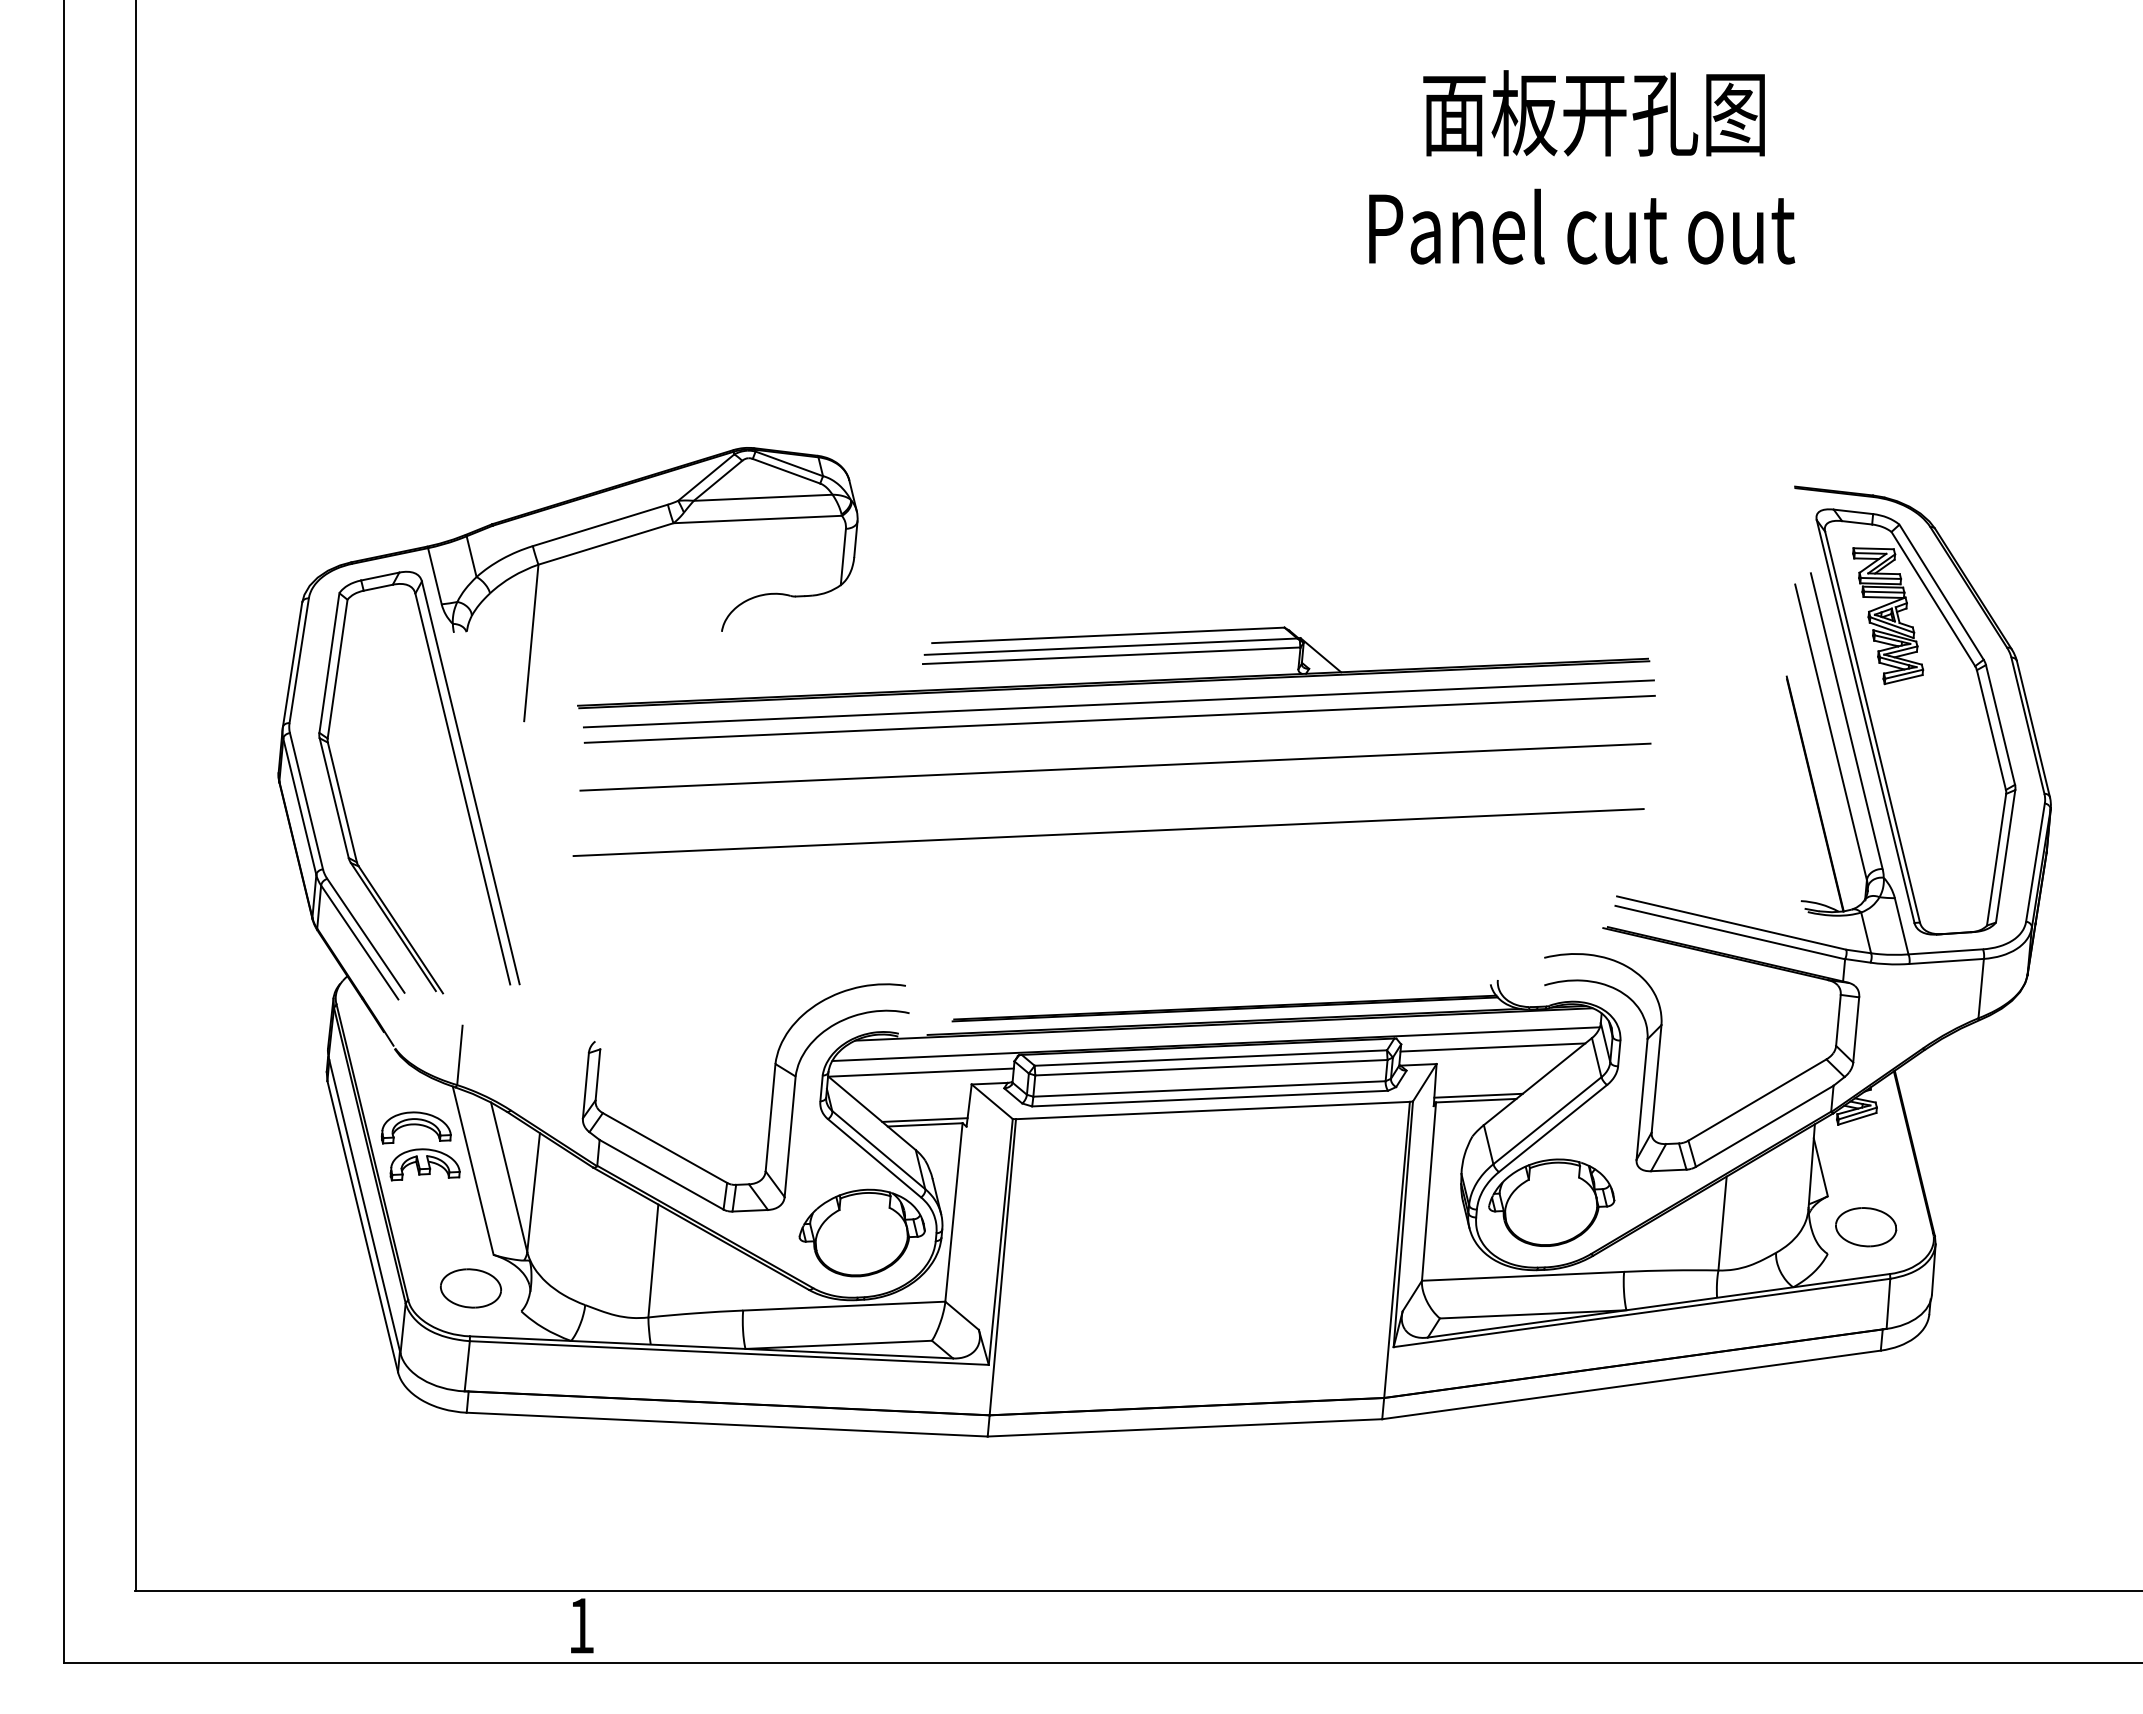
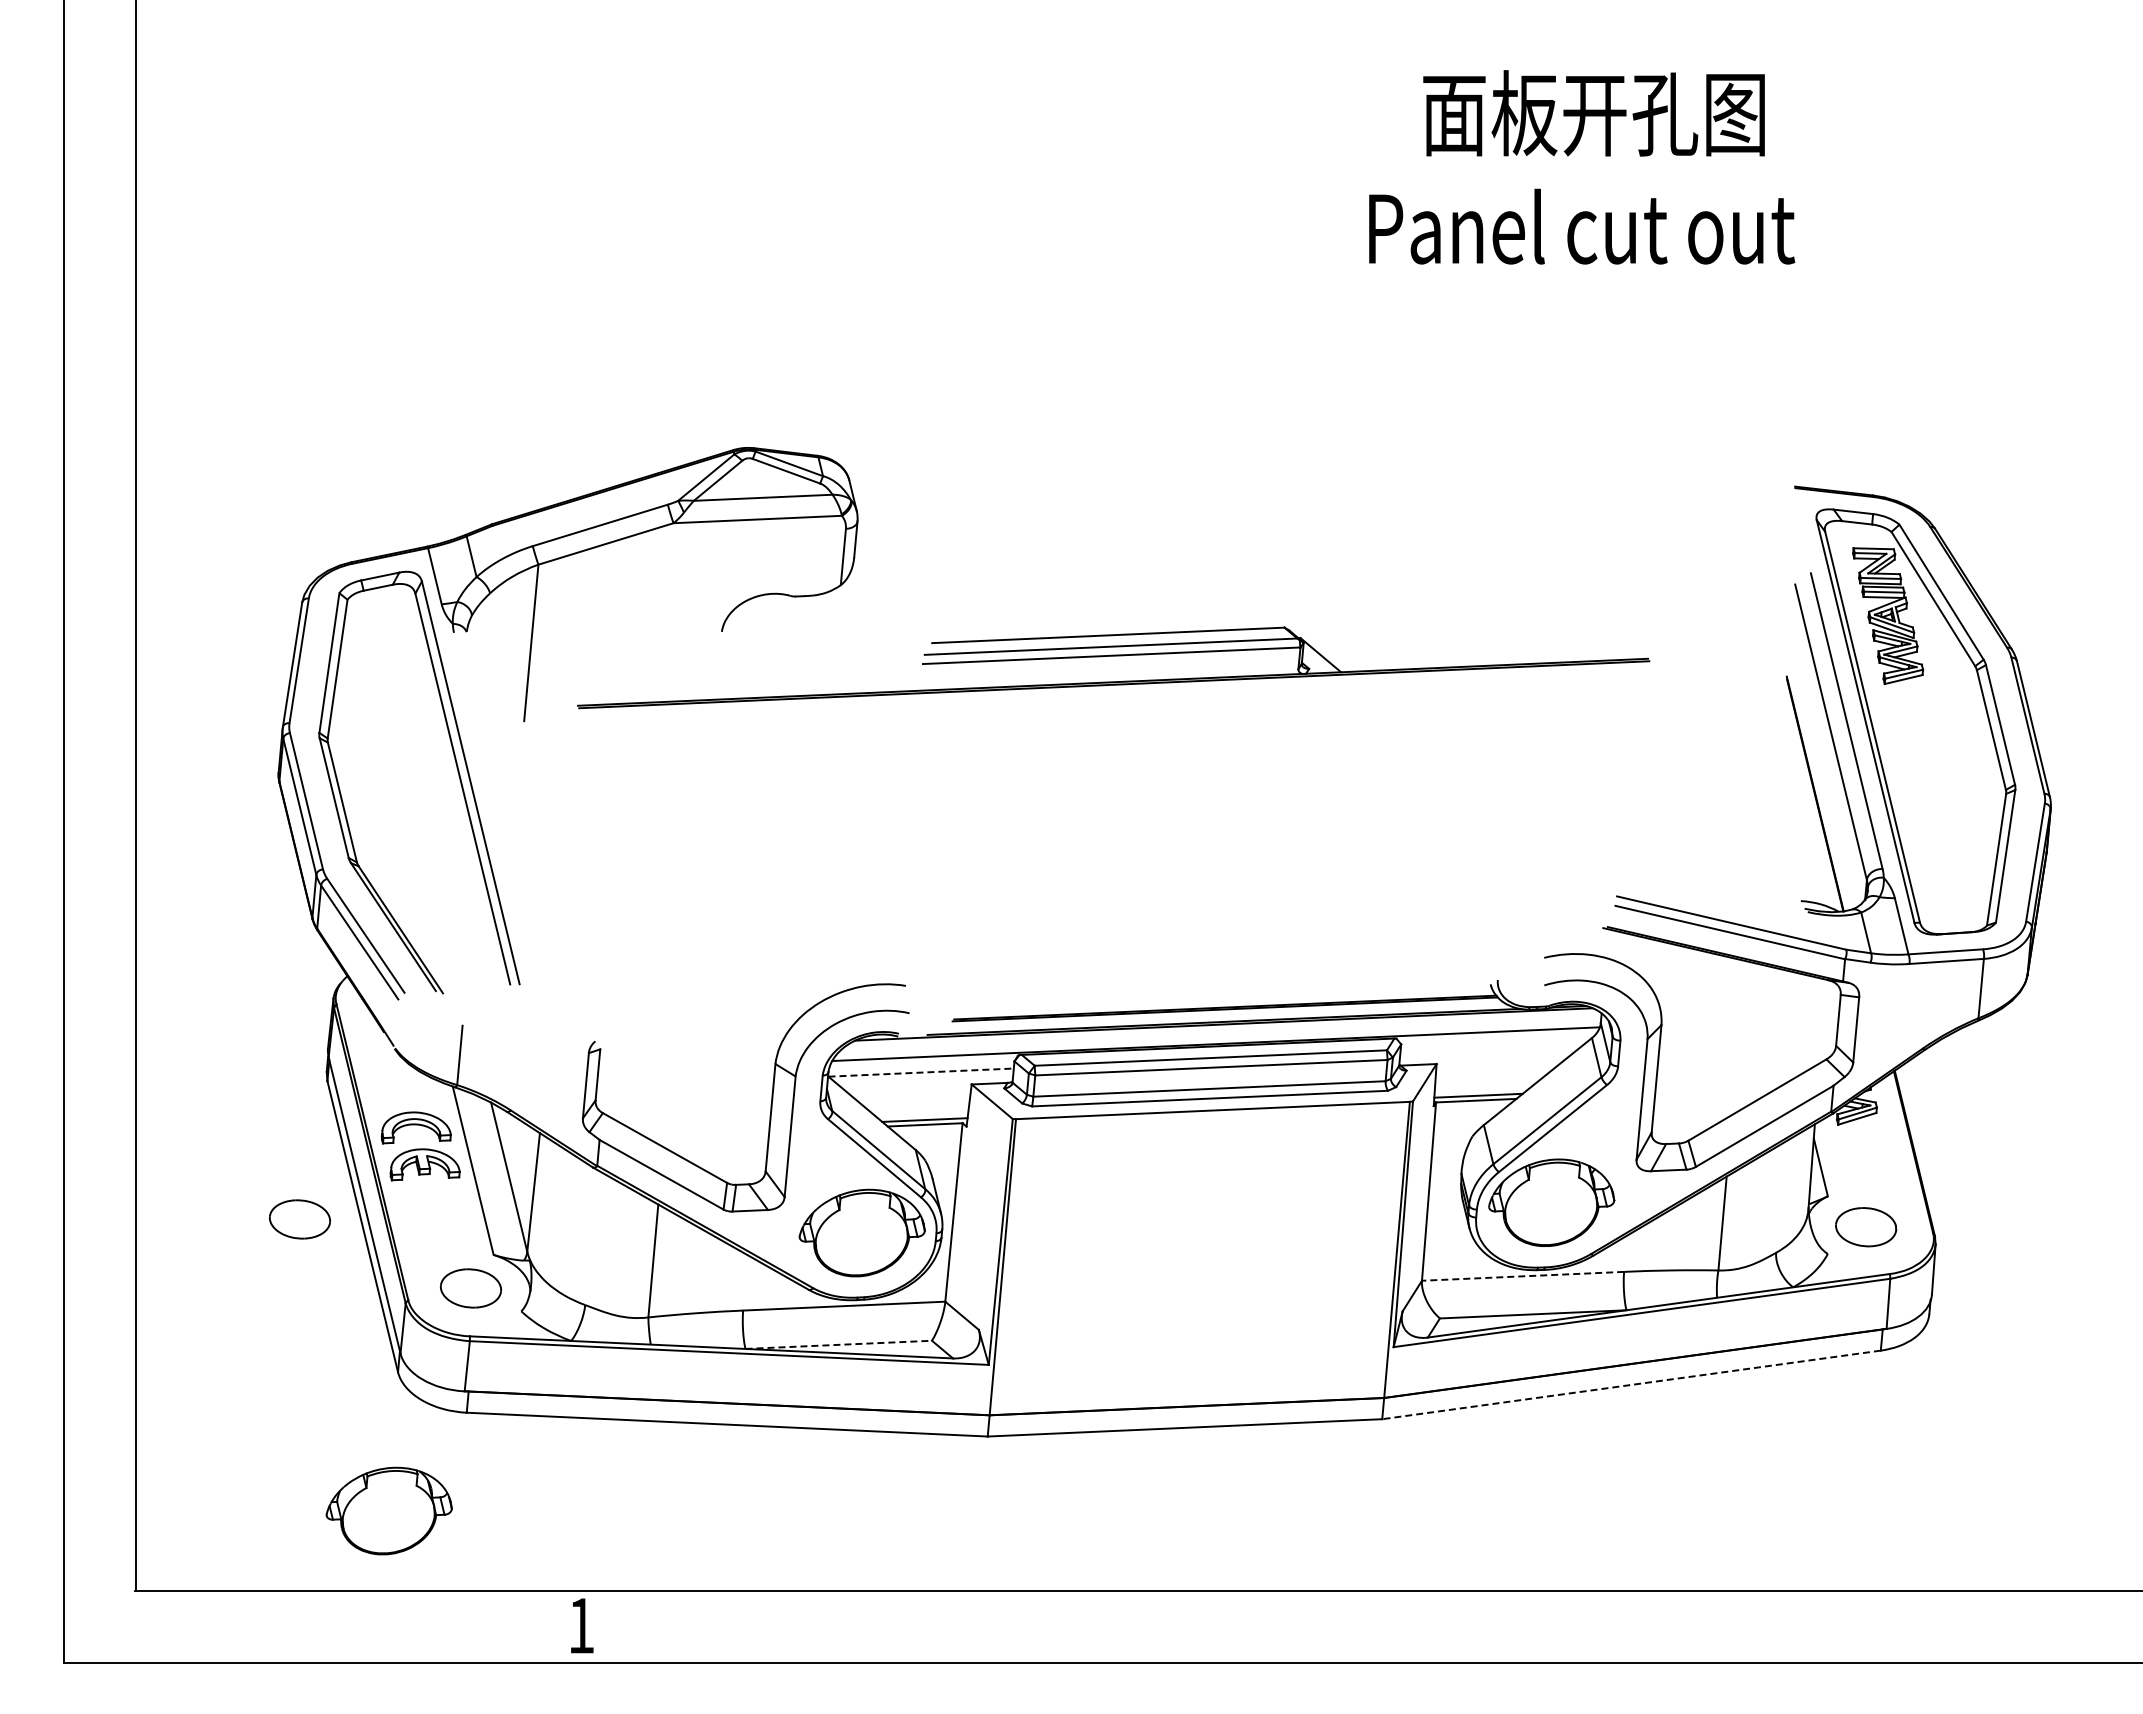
line at (1118, 703): present -> none
line at (1119, 718): present -> none
line at (1115, 766): present -> none
line at (1108, 832): present -> none
line at (1492, 1047): present -> none
line at (921, 1072): solid -> dashed
part at (299, 1219): none -> present
line at (1522, 1276): solid -> dashed
line at (839, 1344): solid -> dashed
line at (1631, 1384): solid -> dashed
part at (388, 1510): none -> present
